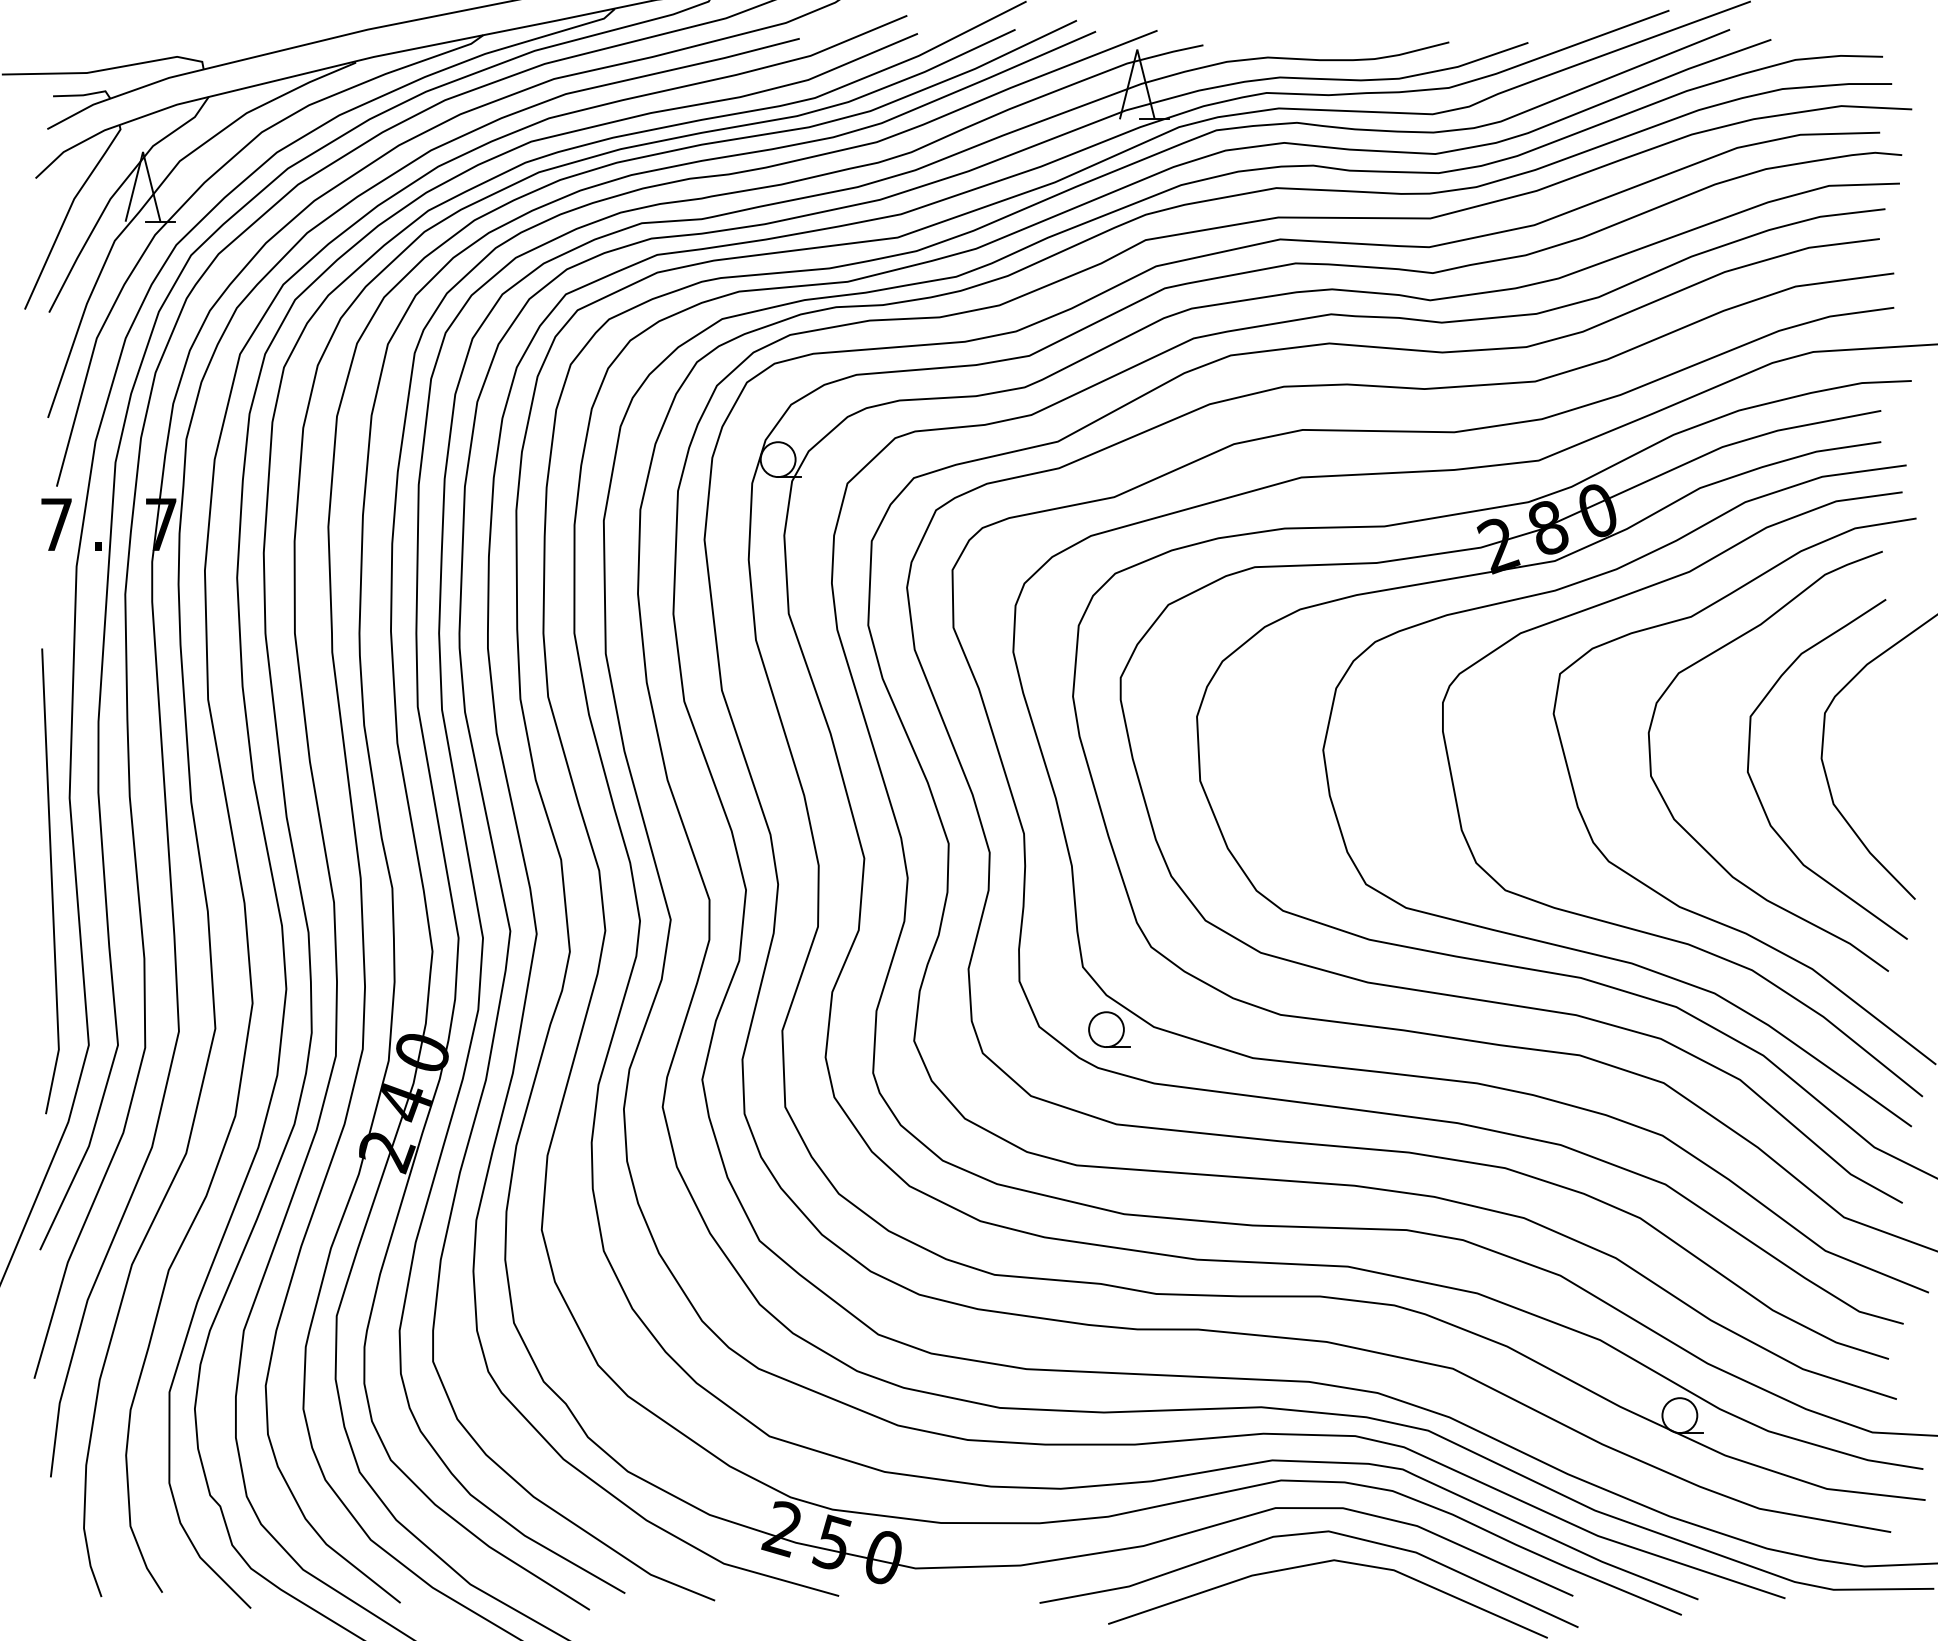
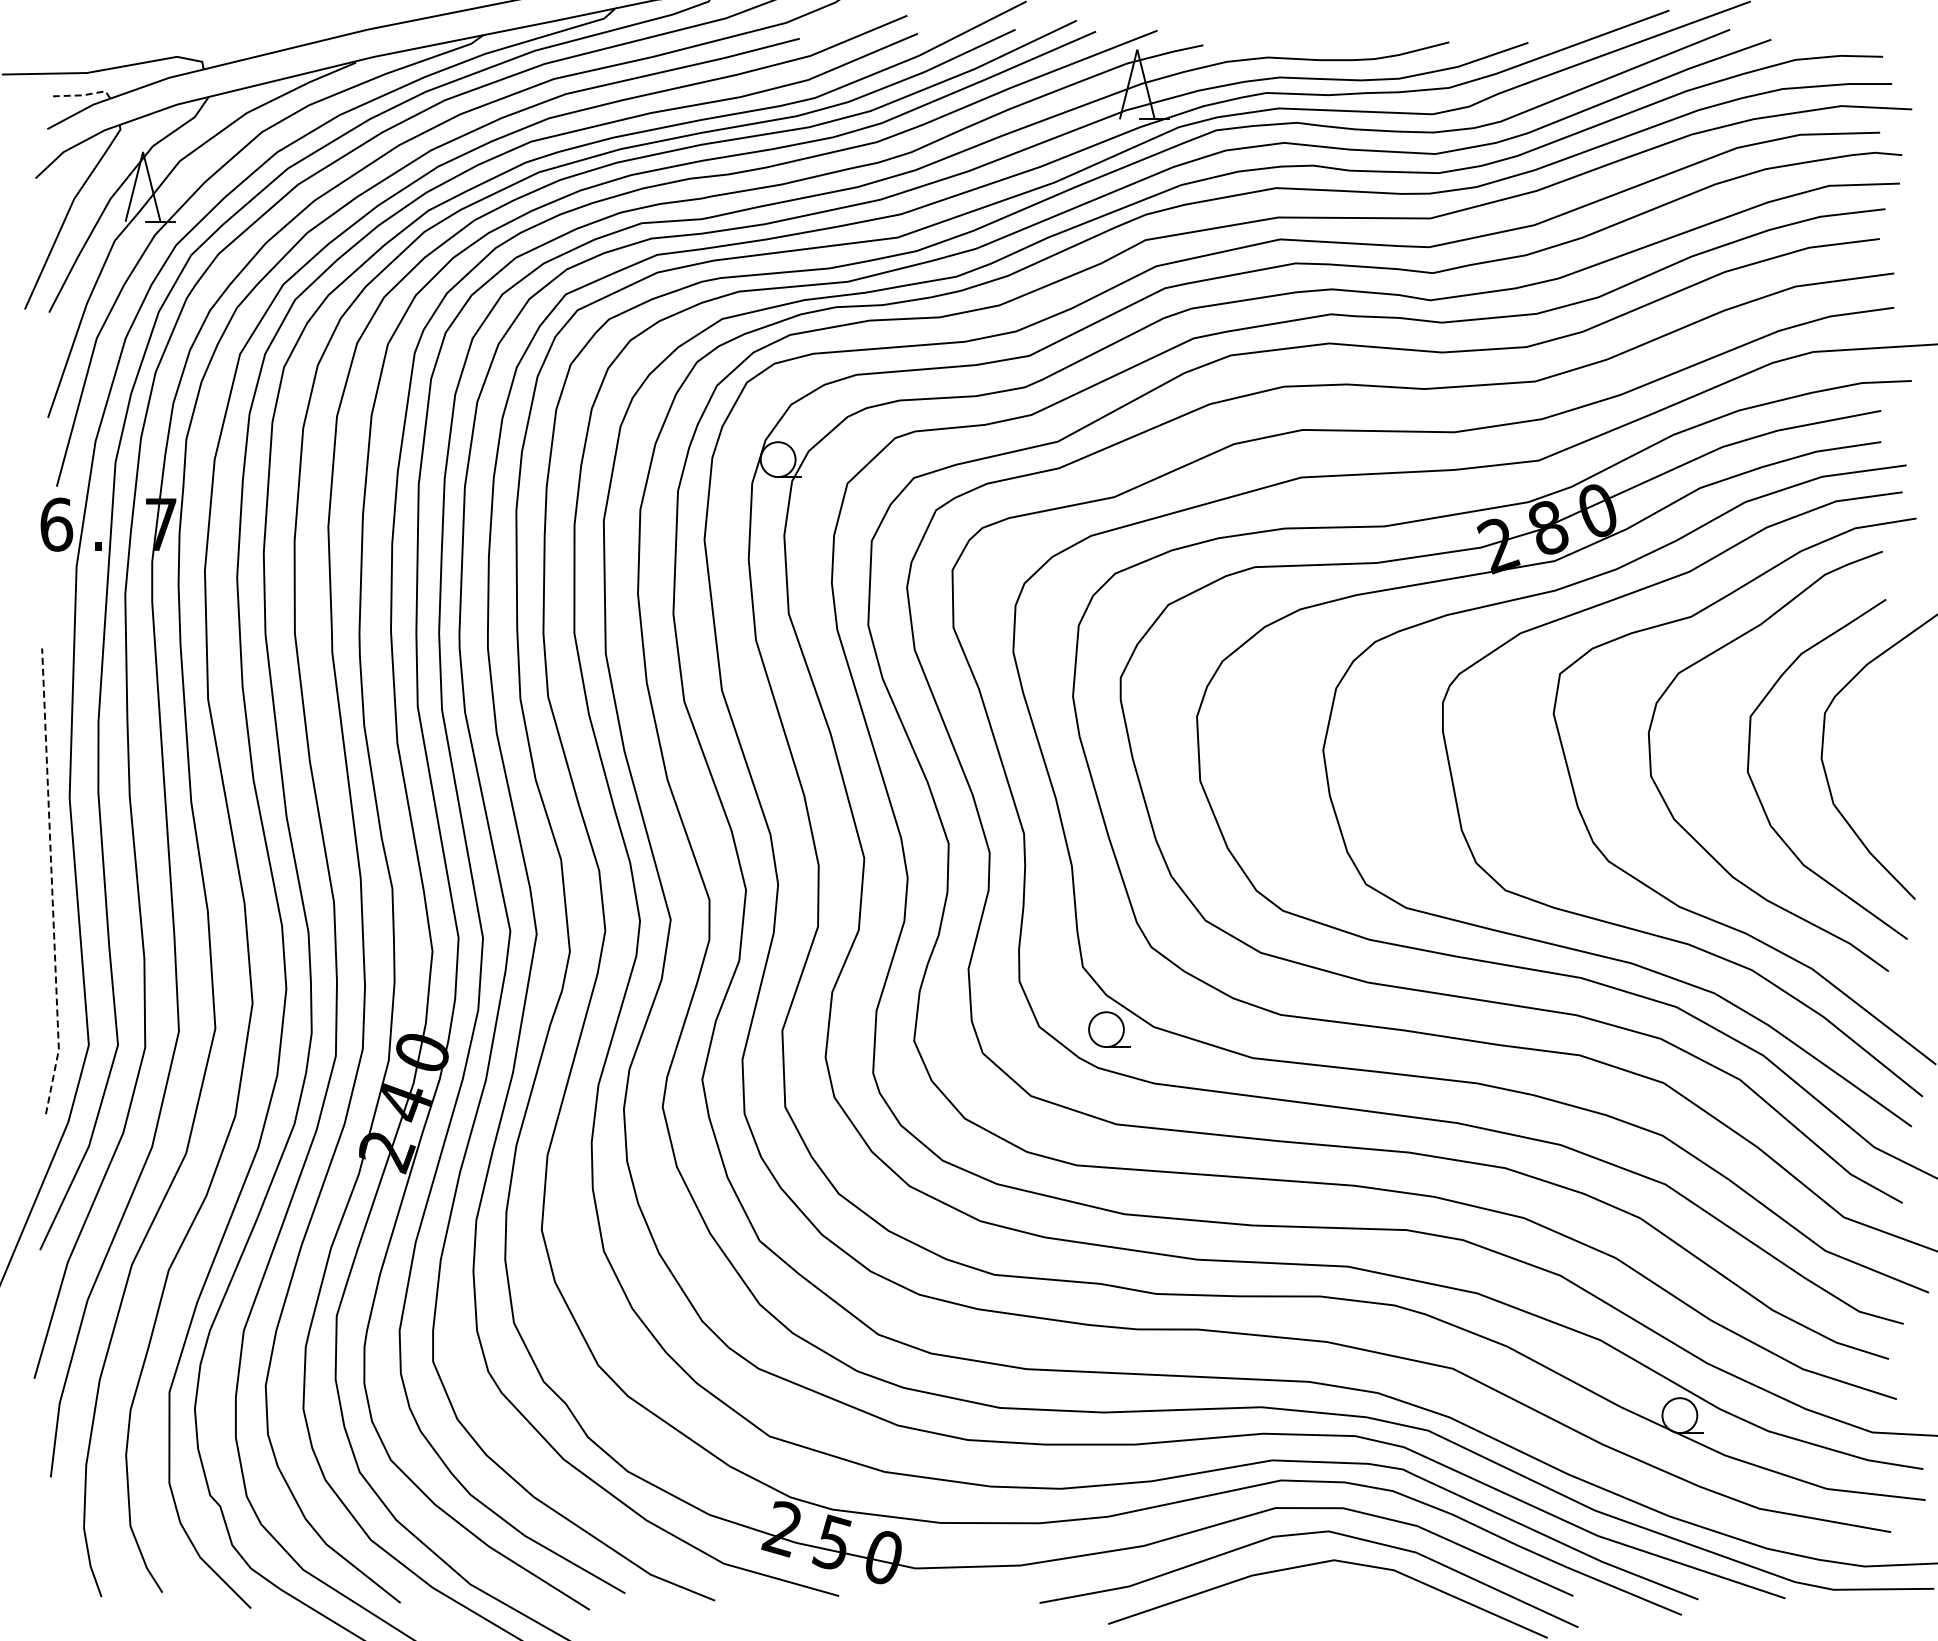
line at (83, 95): solid -> dashed
text at (56, 524): 7 -> 6
line at (51, 881): solid -> dashed
